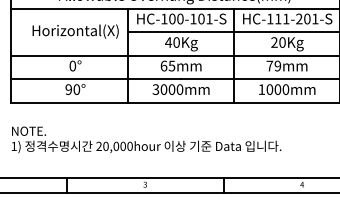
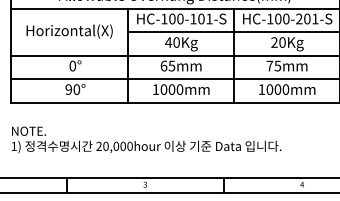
text at (282, 18): HC-111-201-S -> HC-100-201-S
text at (75, 31) position: (75, 31) -> (69, 31)
text at (277, 65): 79mm -> 75mm
text at (155, 89): 3000mm -> 1000mm
